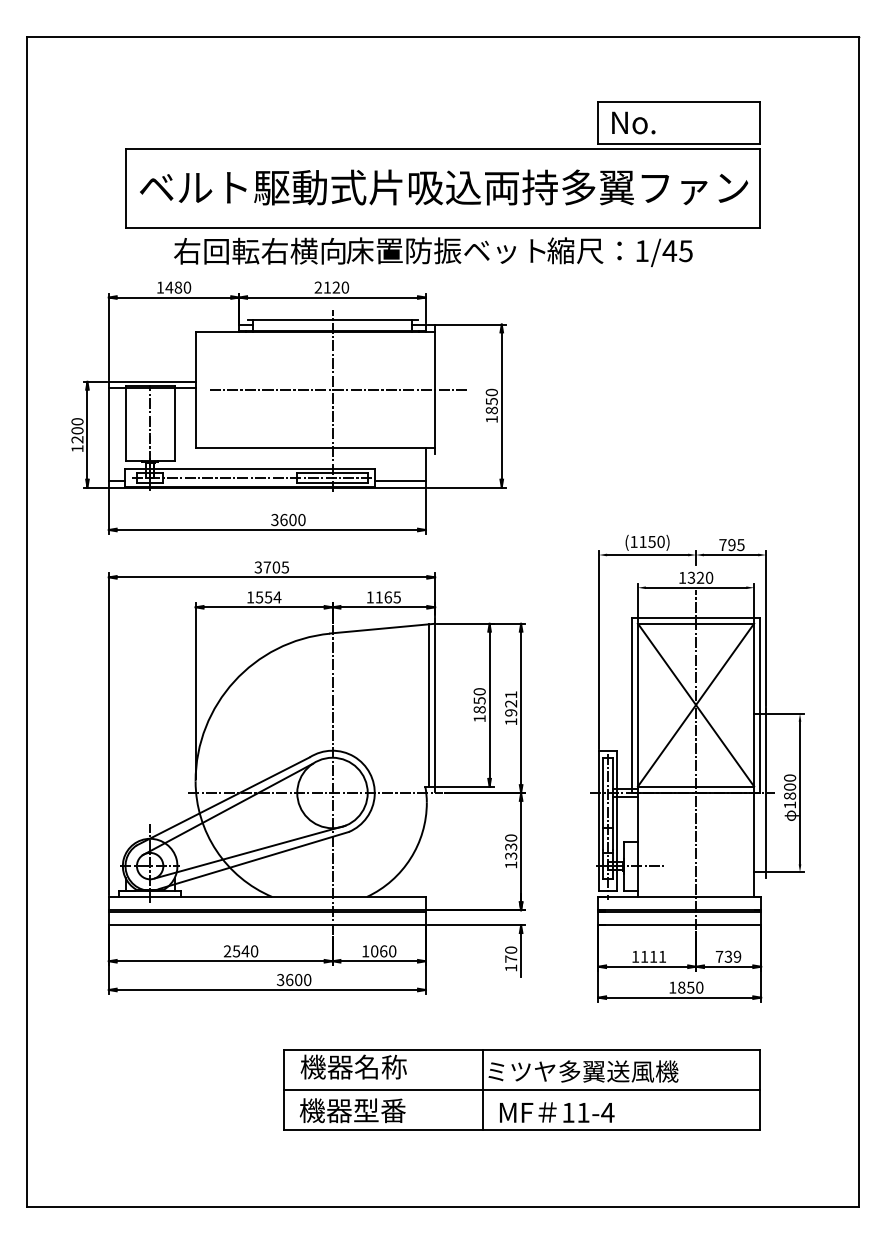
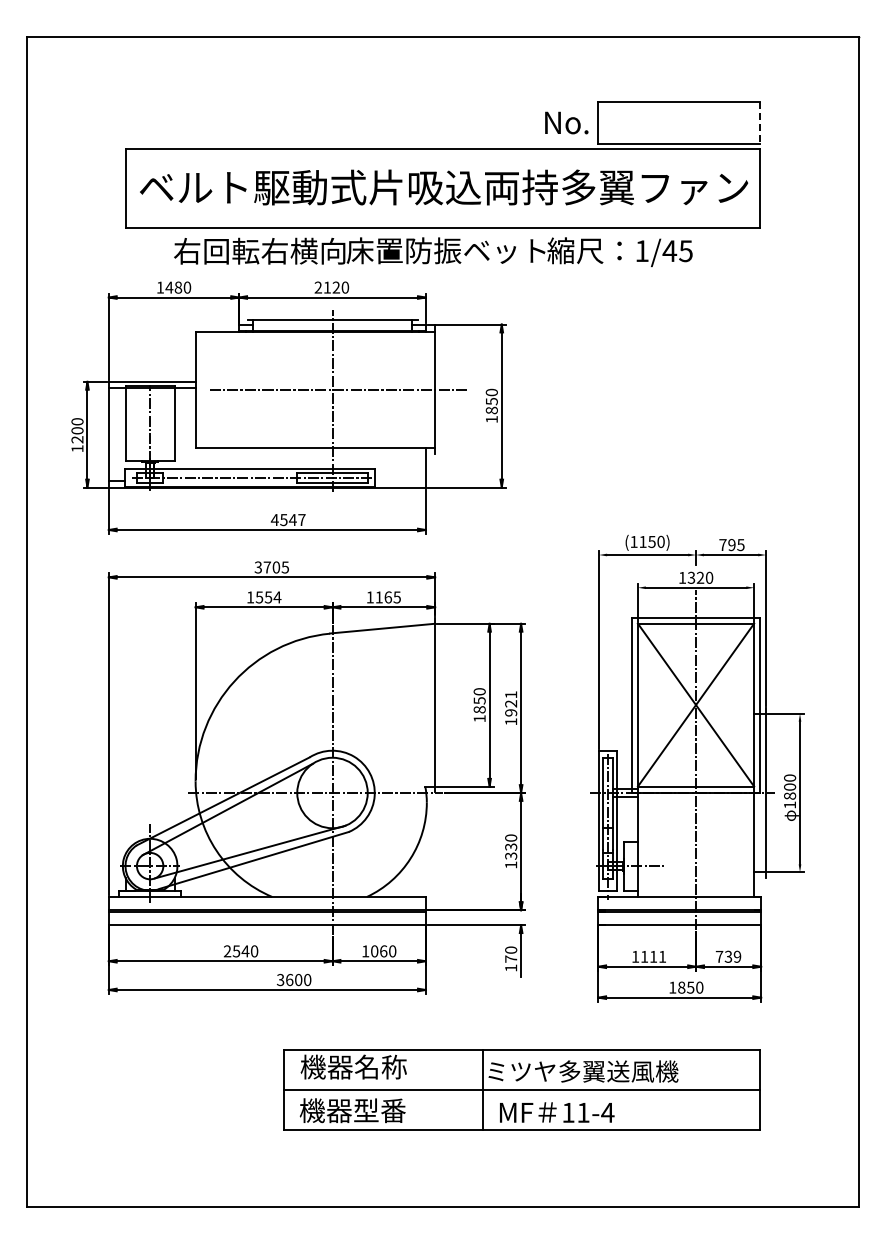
text at (633, 122) position: (633, 122) -> (566, 122)
line at (760, 122): solid -> dashed
line at (399, 480): present -> none
text at (287, 519): 3600 -> 4547
line at (429, 705): present -> none
